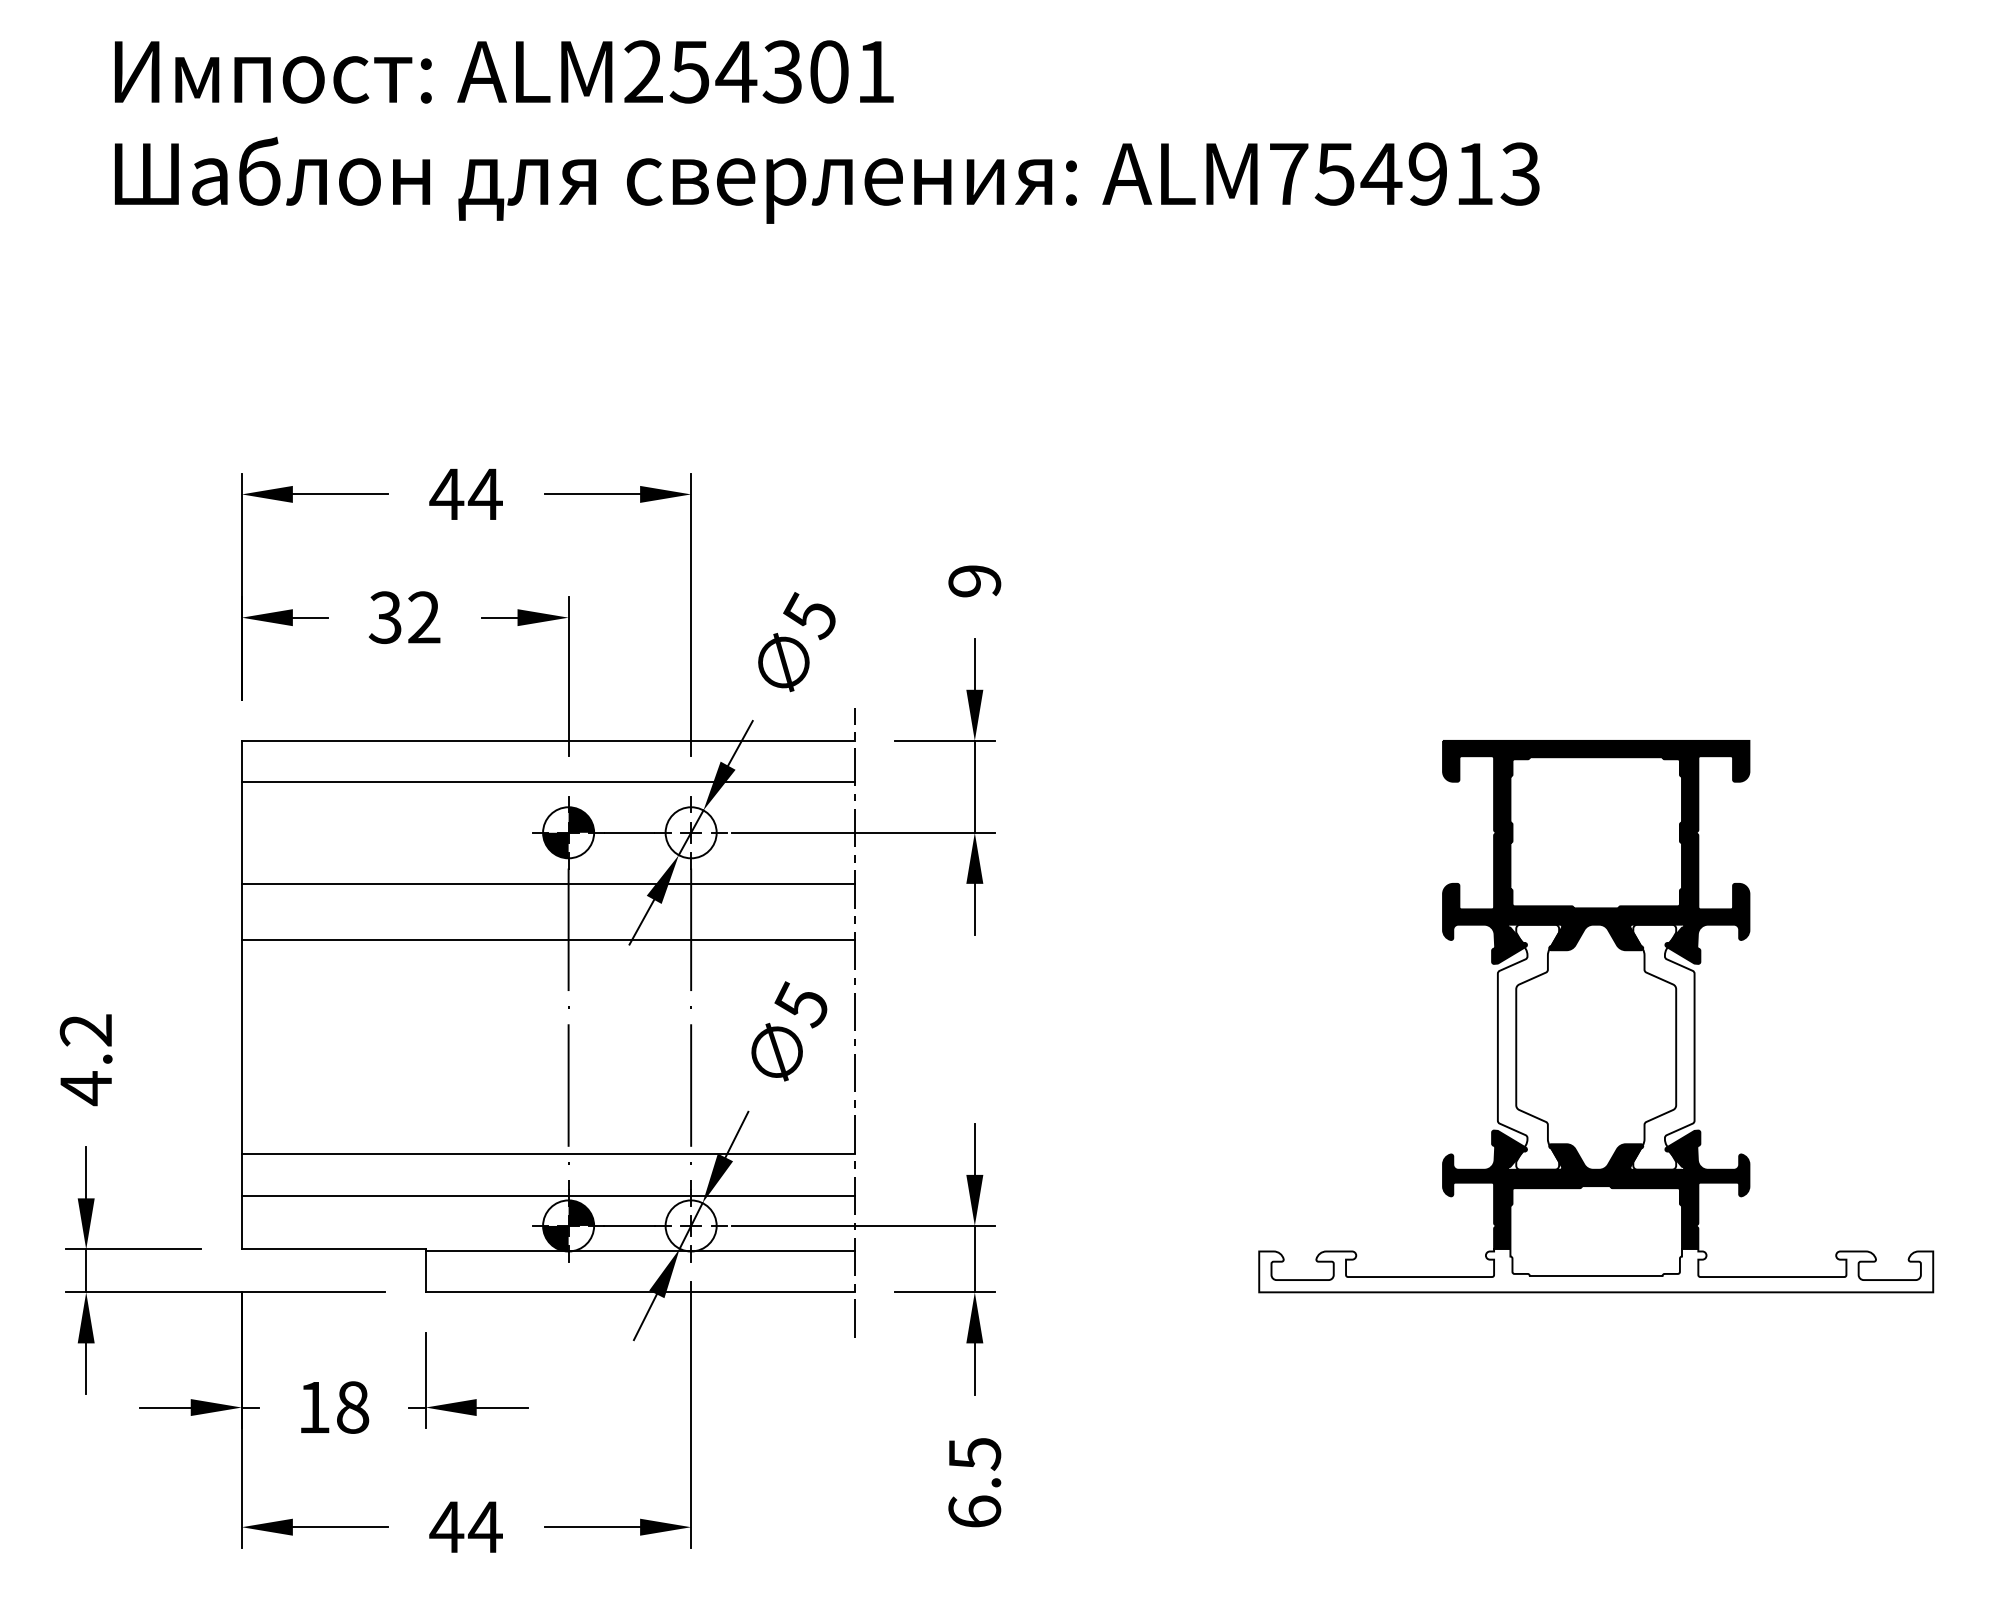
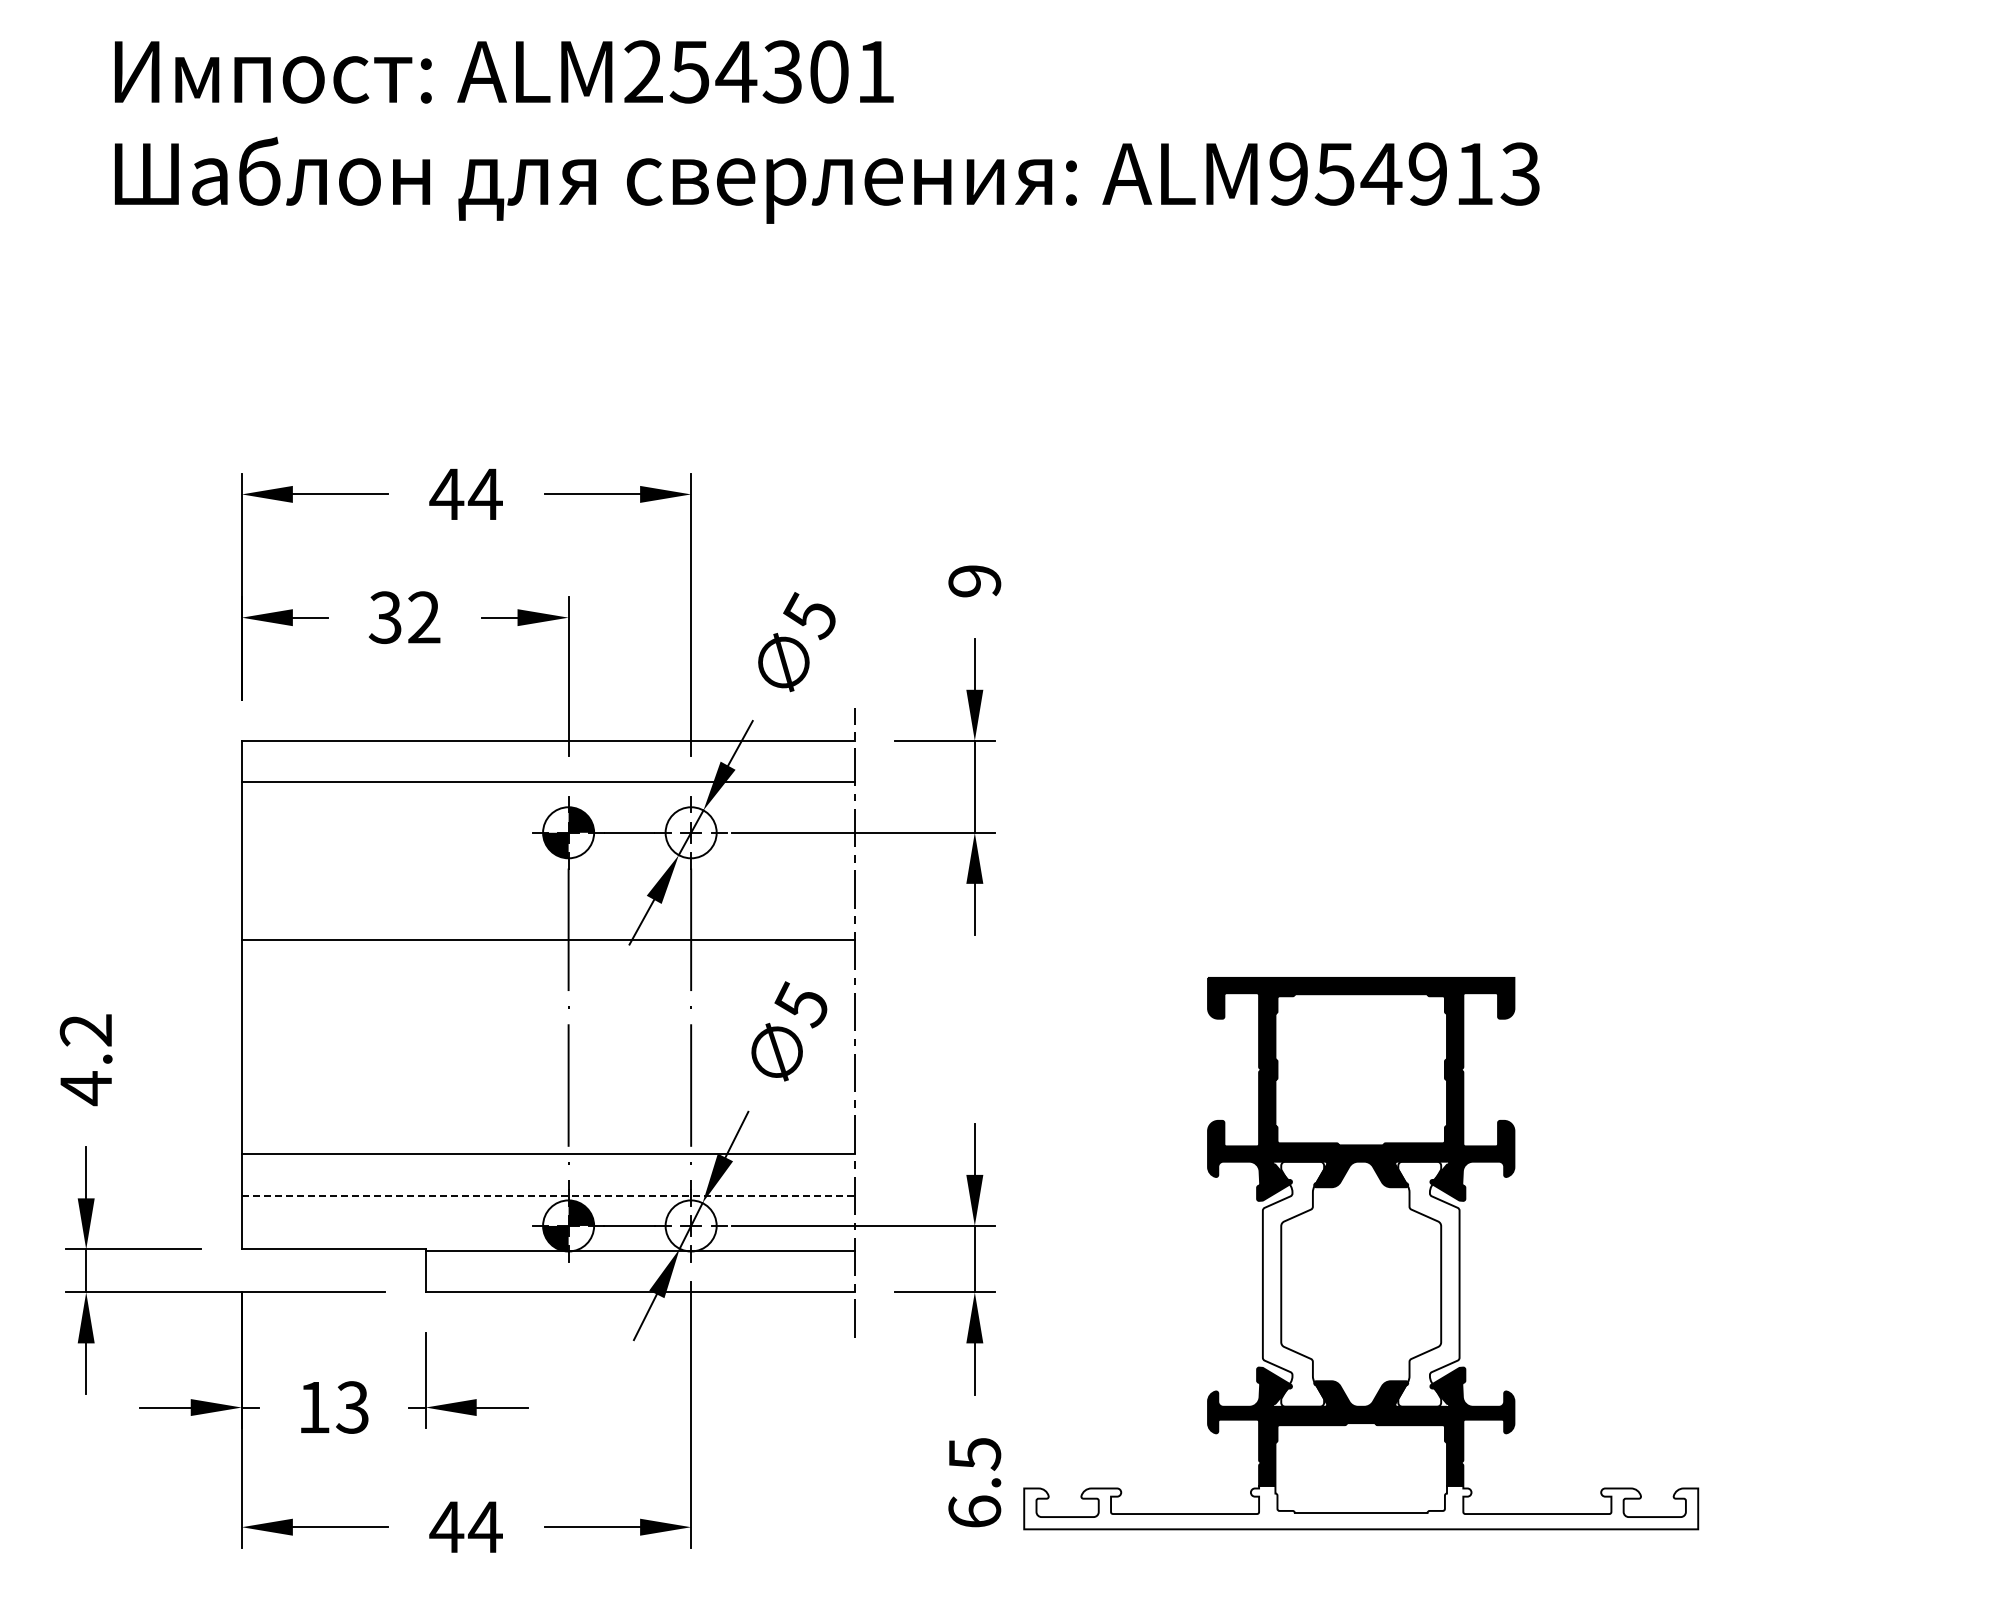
text at (1288, 173): ALM754913 -> ALM954913
line at (547, 883): present -> none
part at (1596, 1016) position: (1596, 1016) -> (1361, 1253)
line at (548, 1195): solid -> dashed
text at (352, 1407): 18 -> 13
